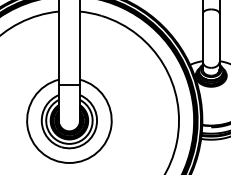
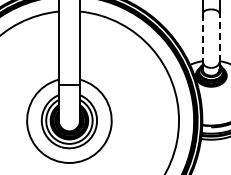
line at (219, 37): solid -> dashed
line at (202, 38): solid -> dashed
